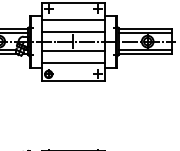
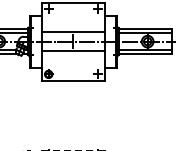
line at (73, 19): present -> none
line at (73, 63): present -> none
line at (73, 150): solid -> dashed
